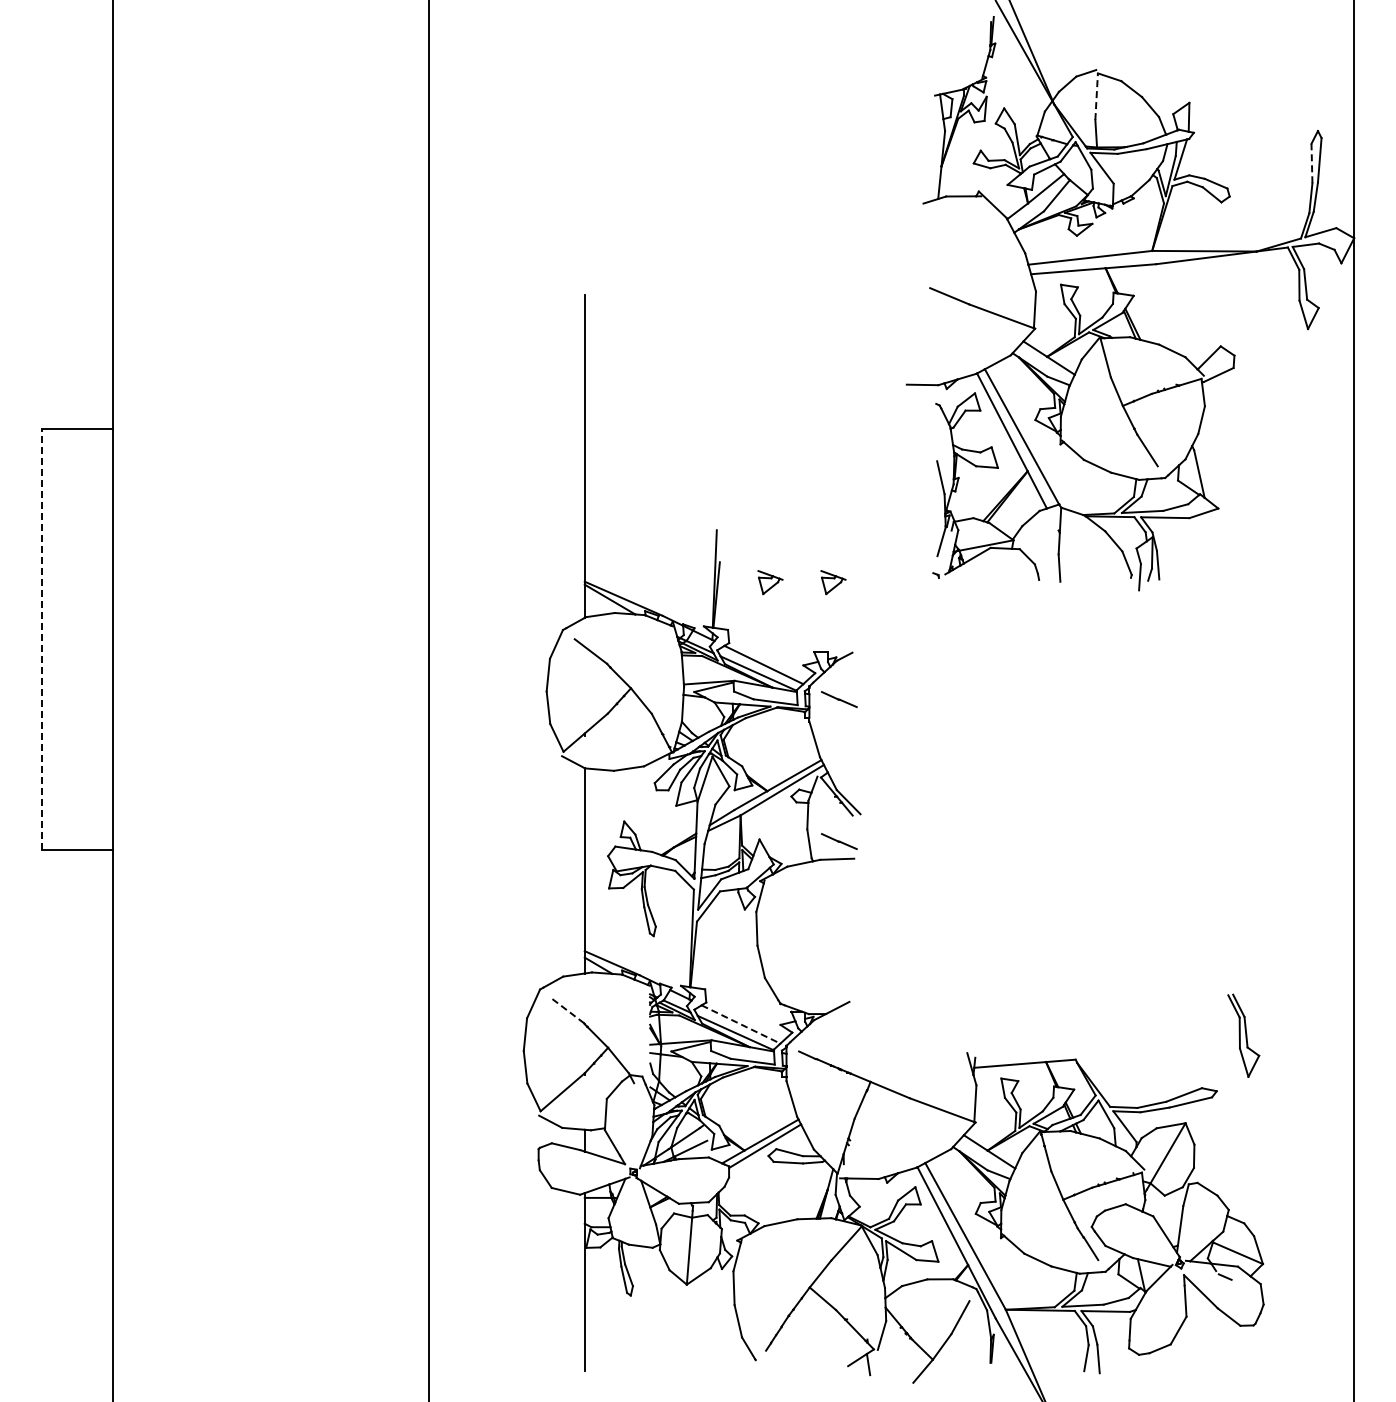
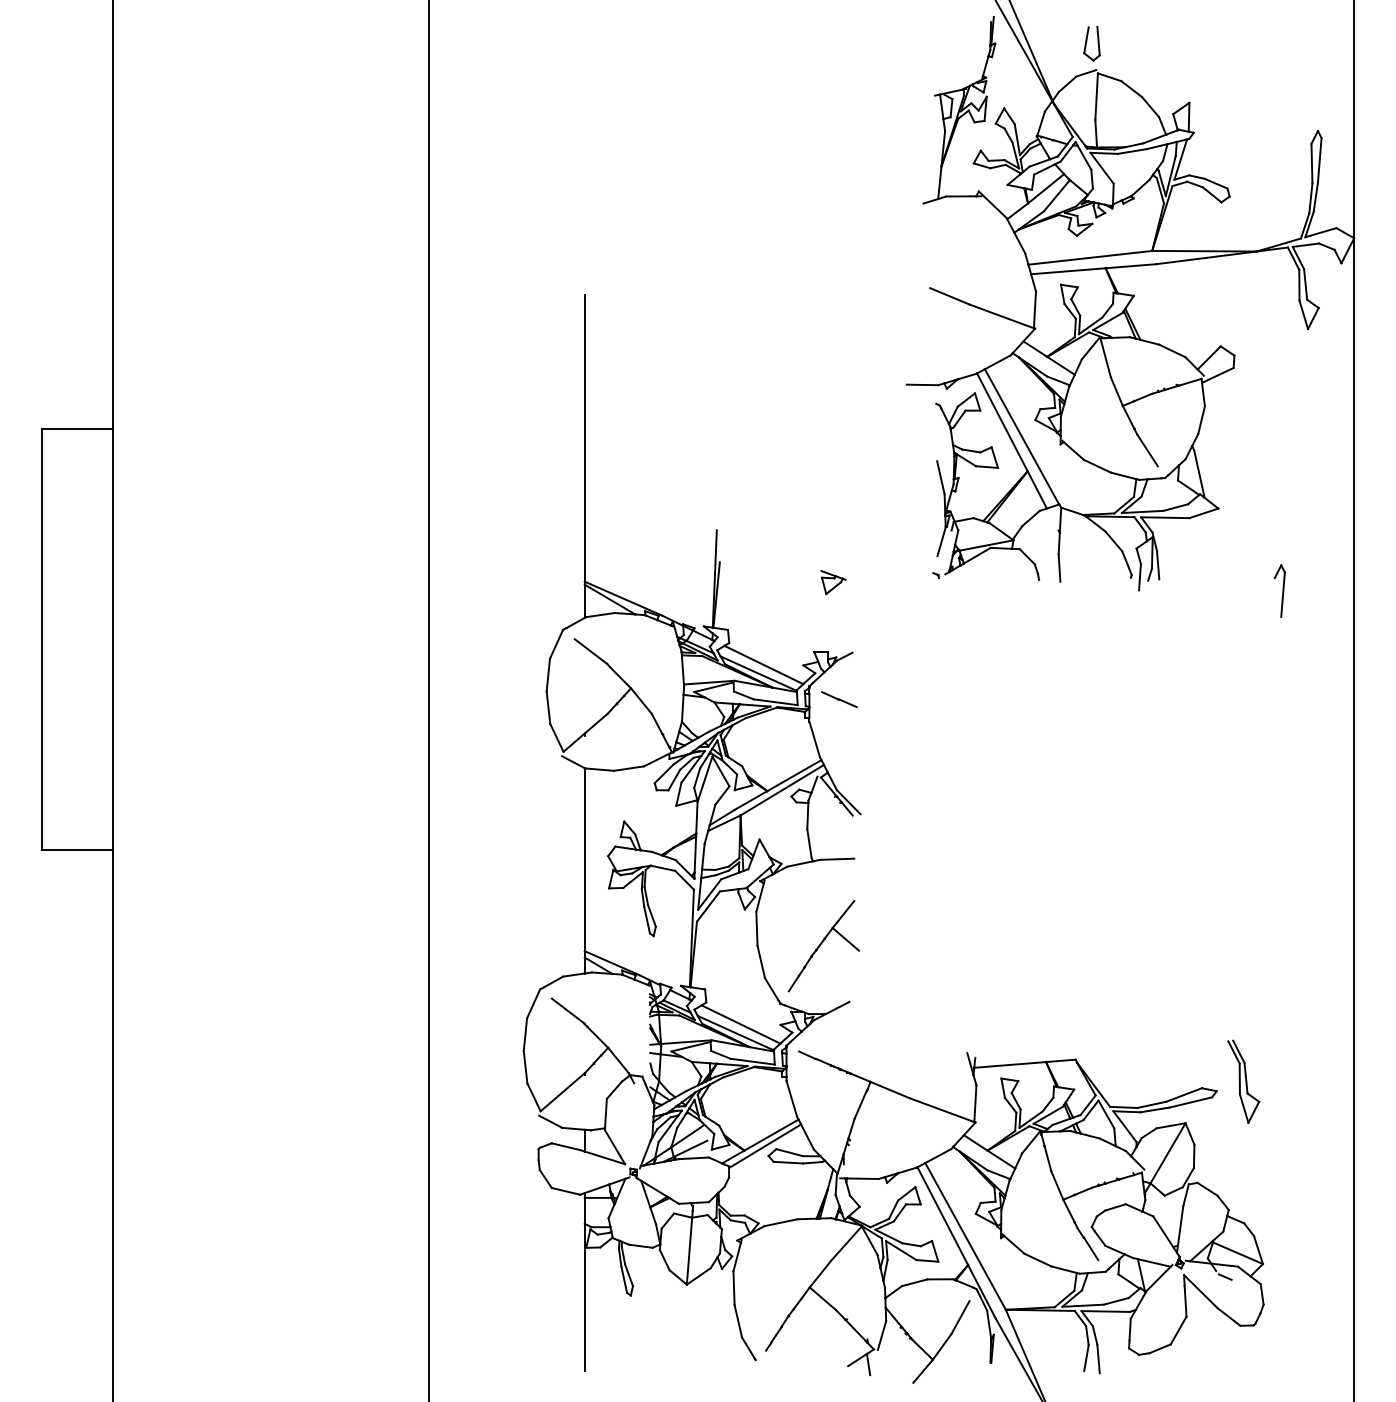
part at (1091, 43): none -> present
line at (1096, 96): dashed -> solid
line at (1311, 163): dashed -> solid
part at (770, 582): present -> none
part at (1279, 590): none -> present
line at (41, 639): dashed -> solid
line at (839, 841): present -> none
part at (823, 946): none -> present
line at (567, 1010): dashed -> solid
line at (741, 1024): dashed -> solid
part at (1243, 1035) position: (1243, 1035) -> (1243, 1081)
